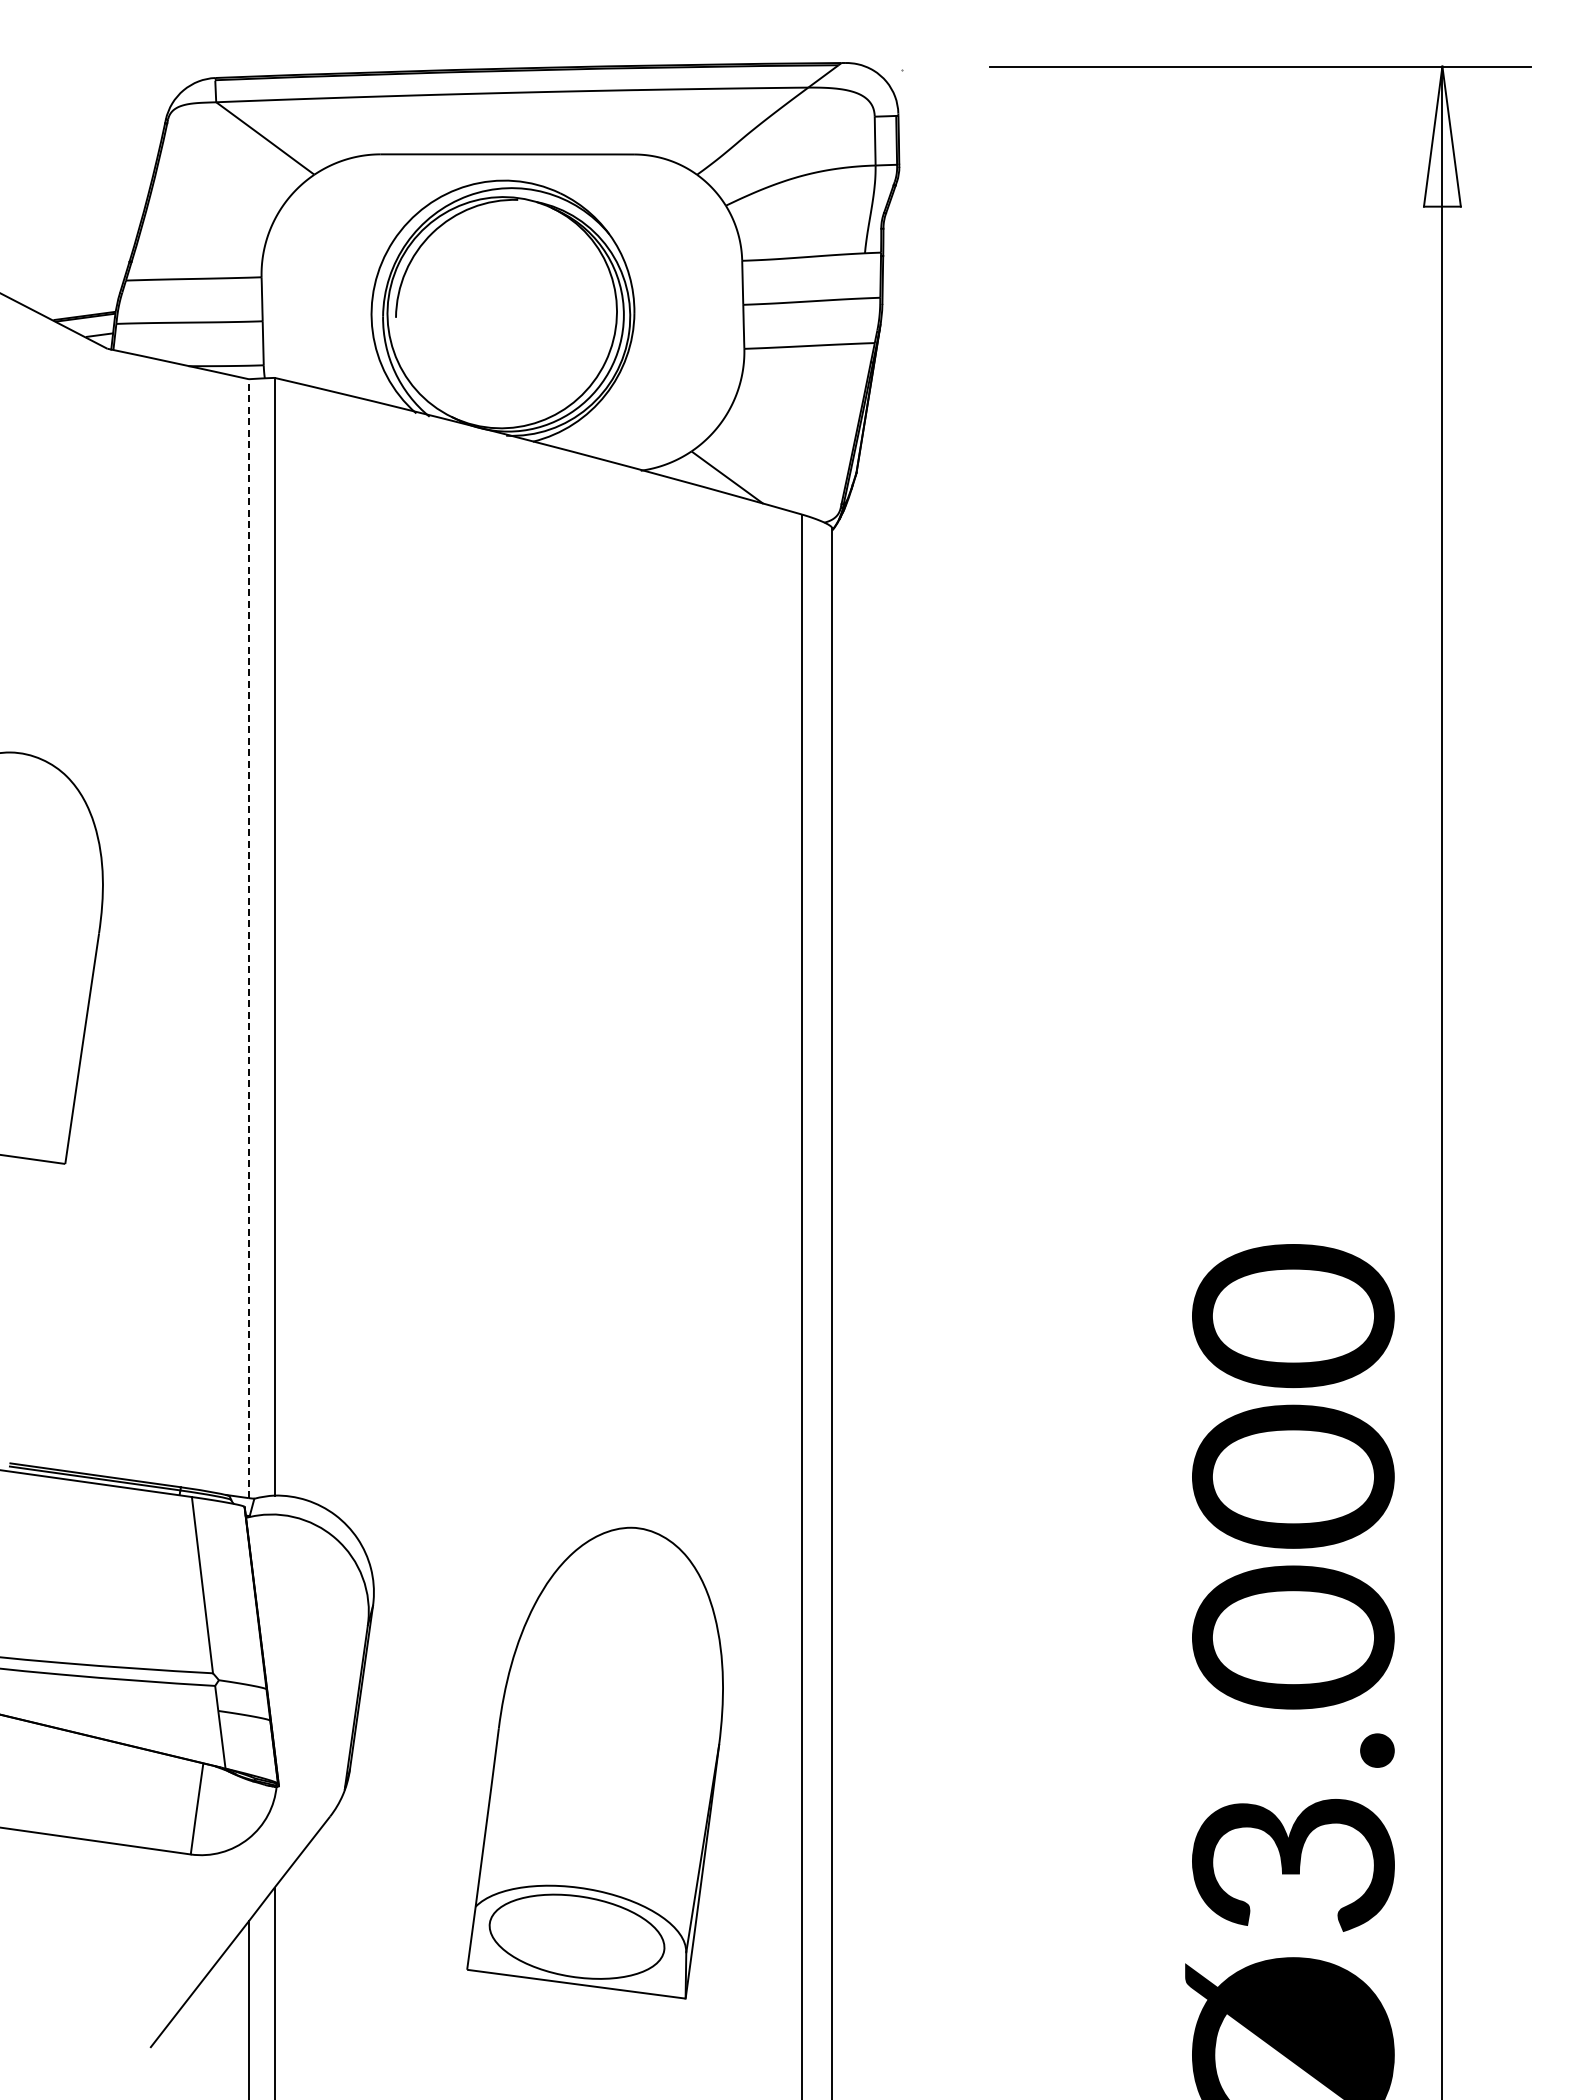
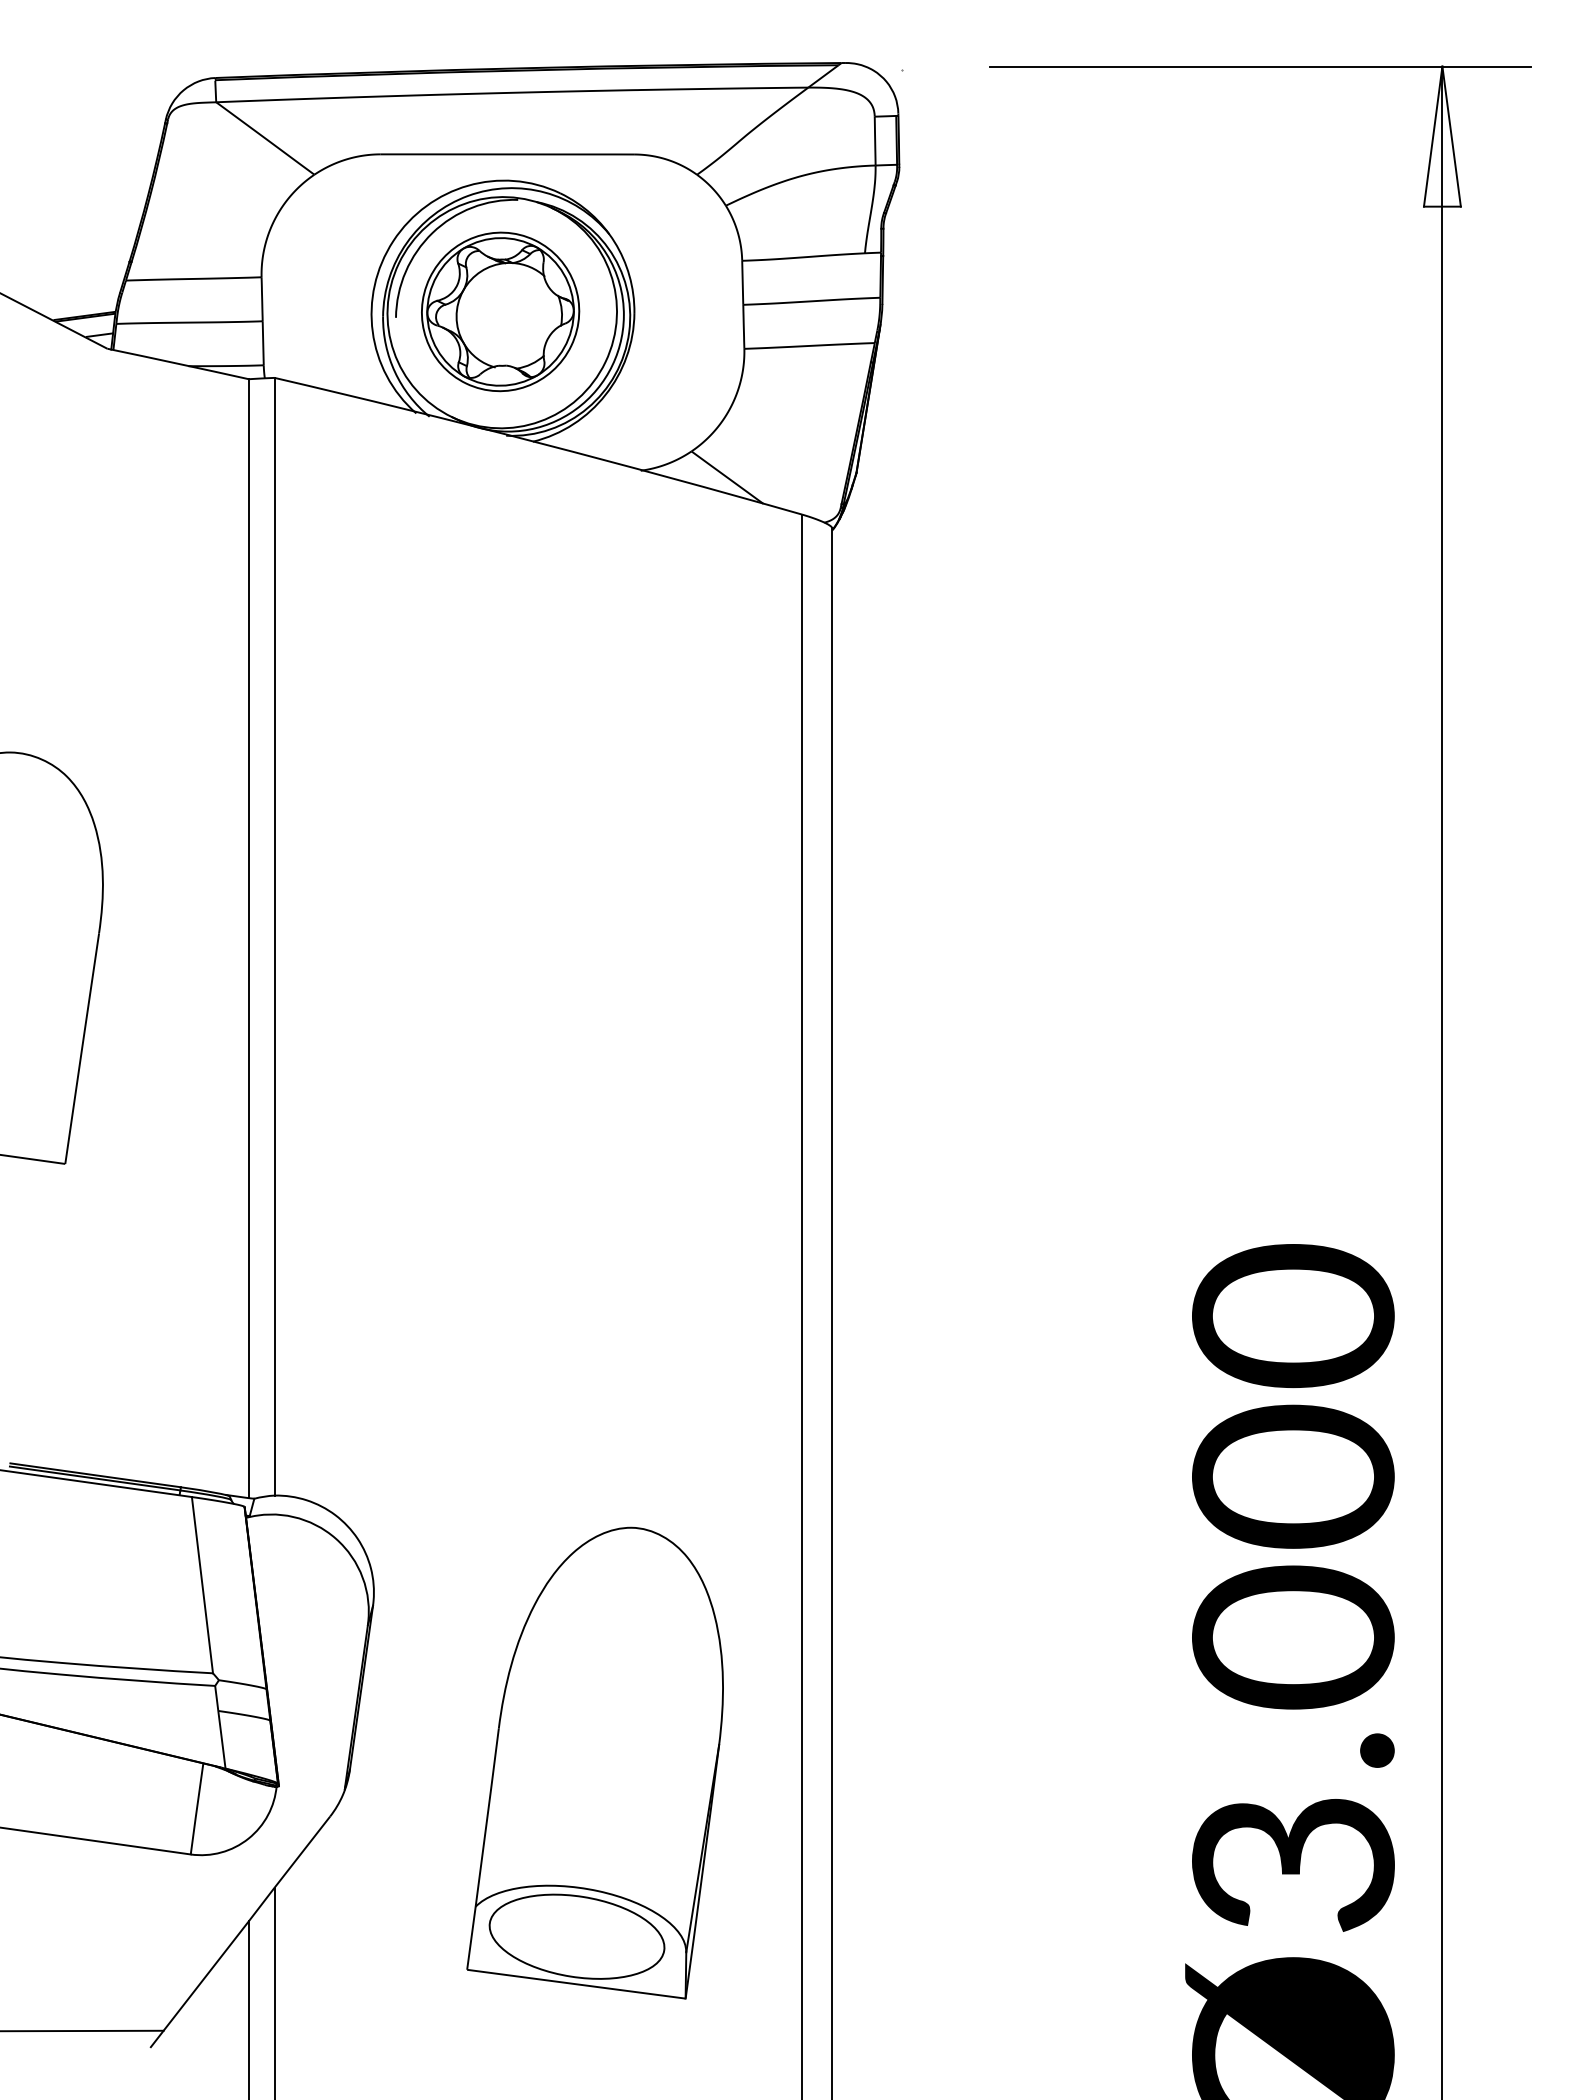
part at (500, 311): none -> present
line at (248, 938): dashed -> solid
line at (82, 2030): none -> present
